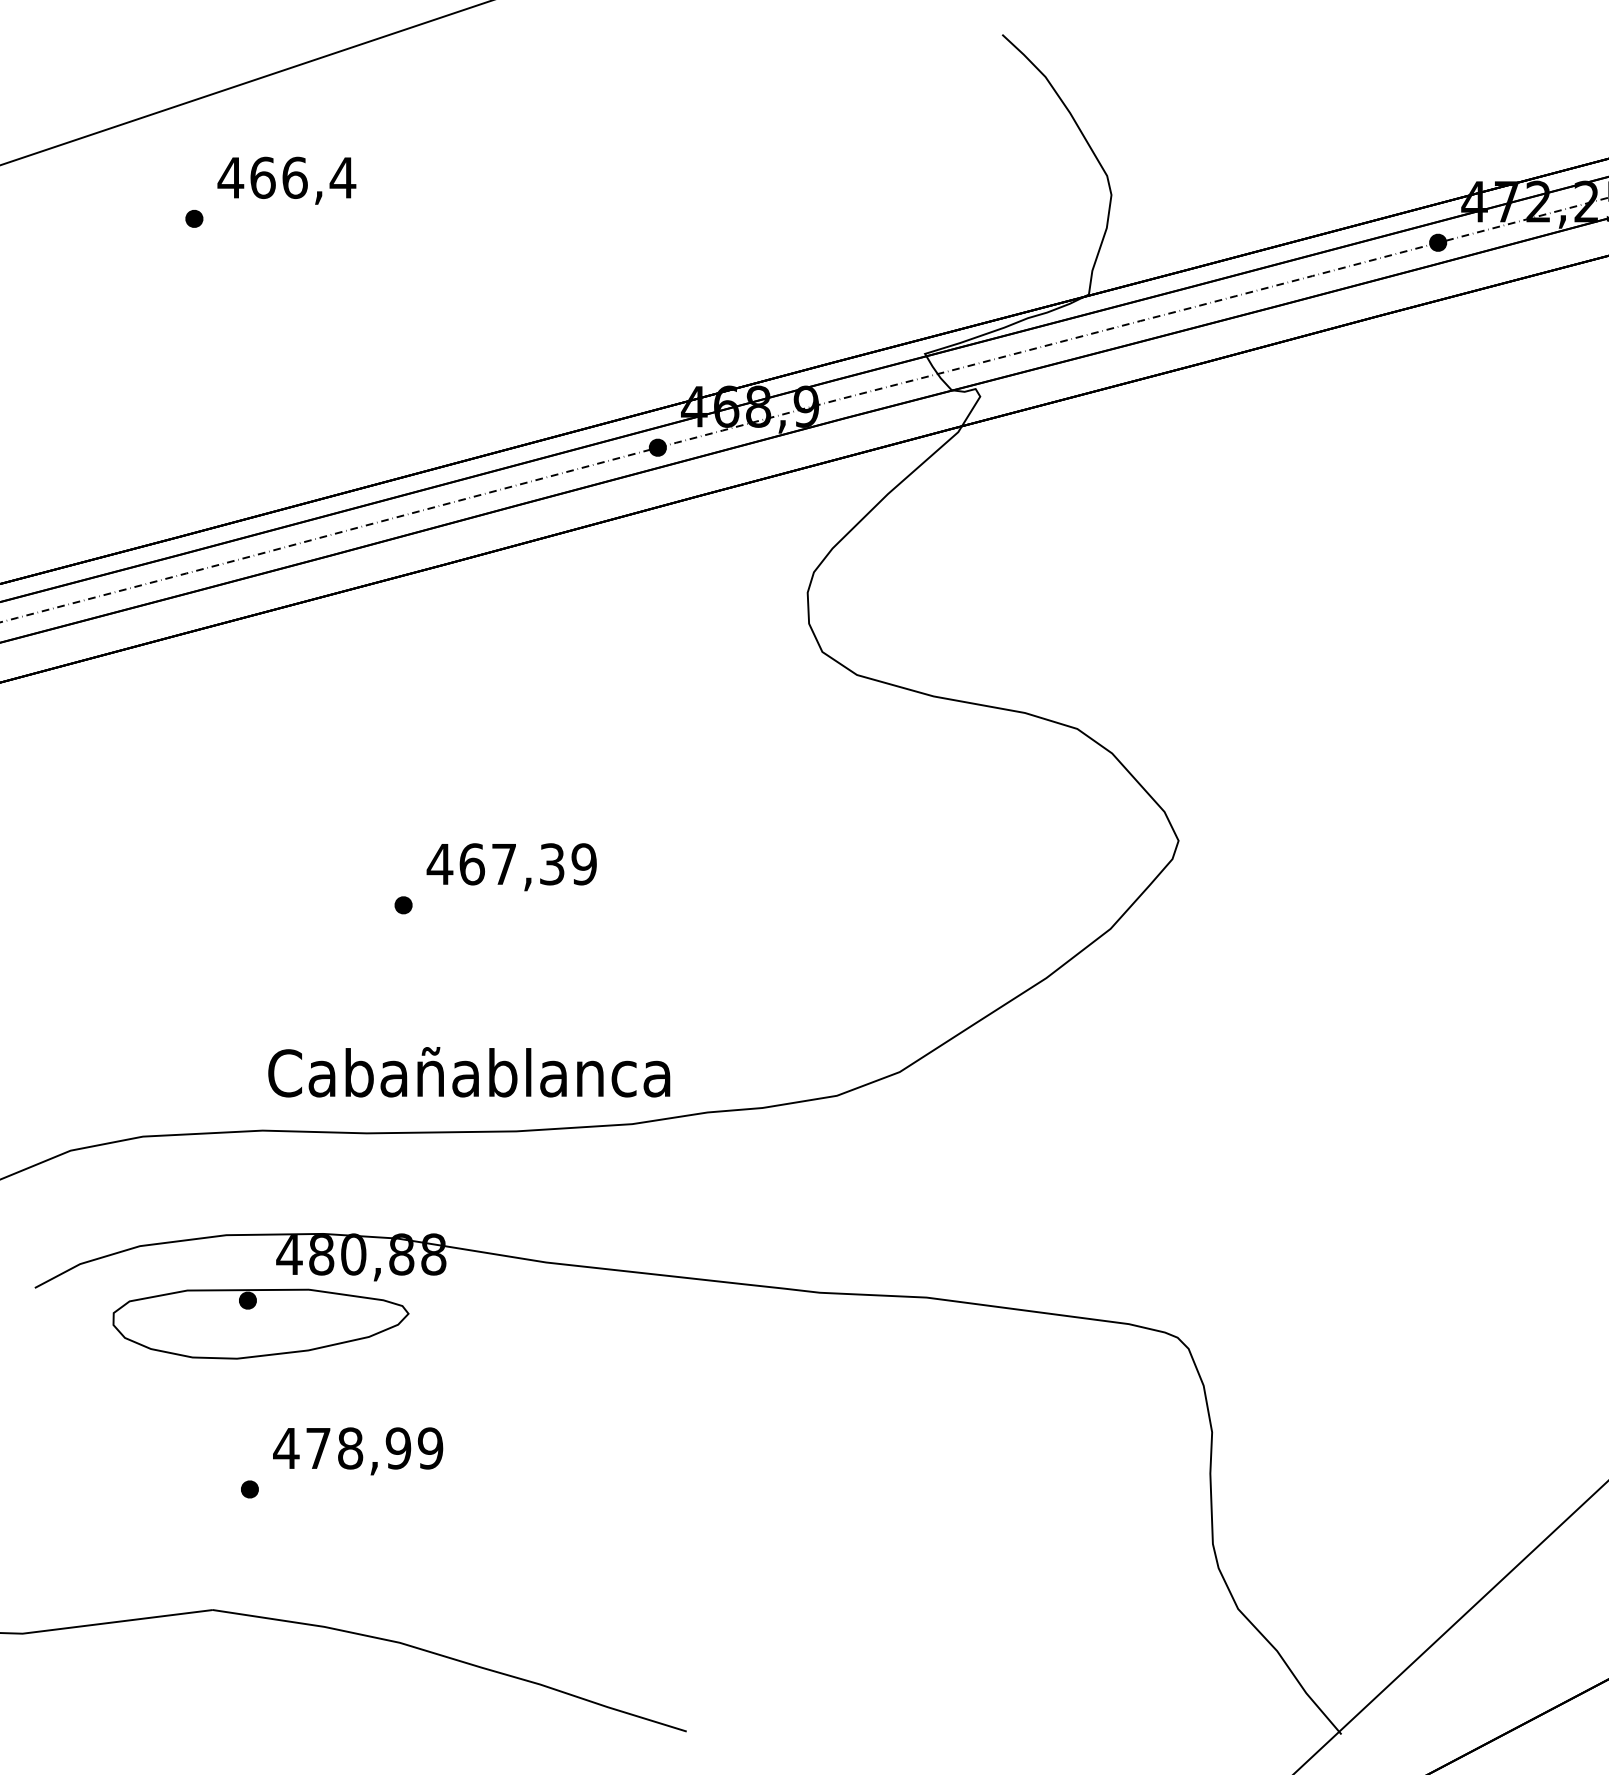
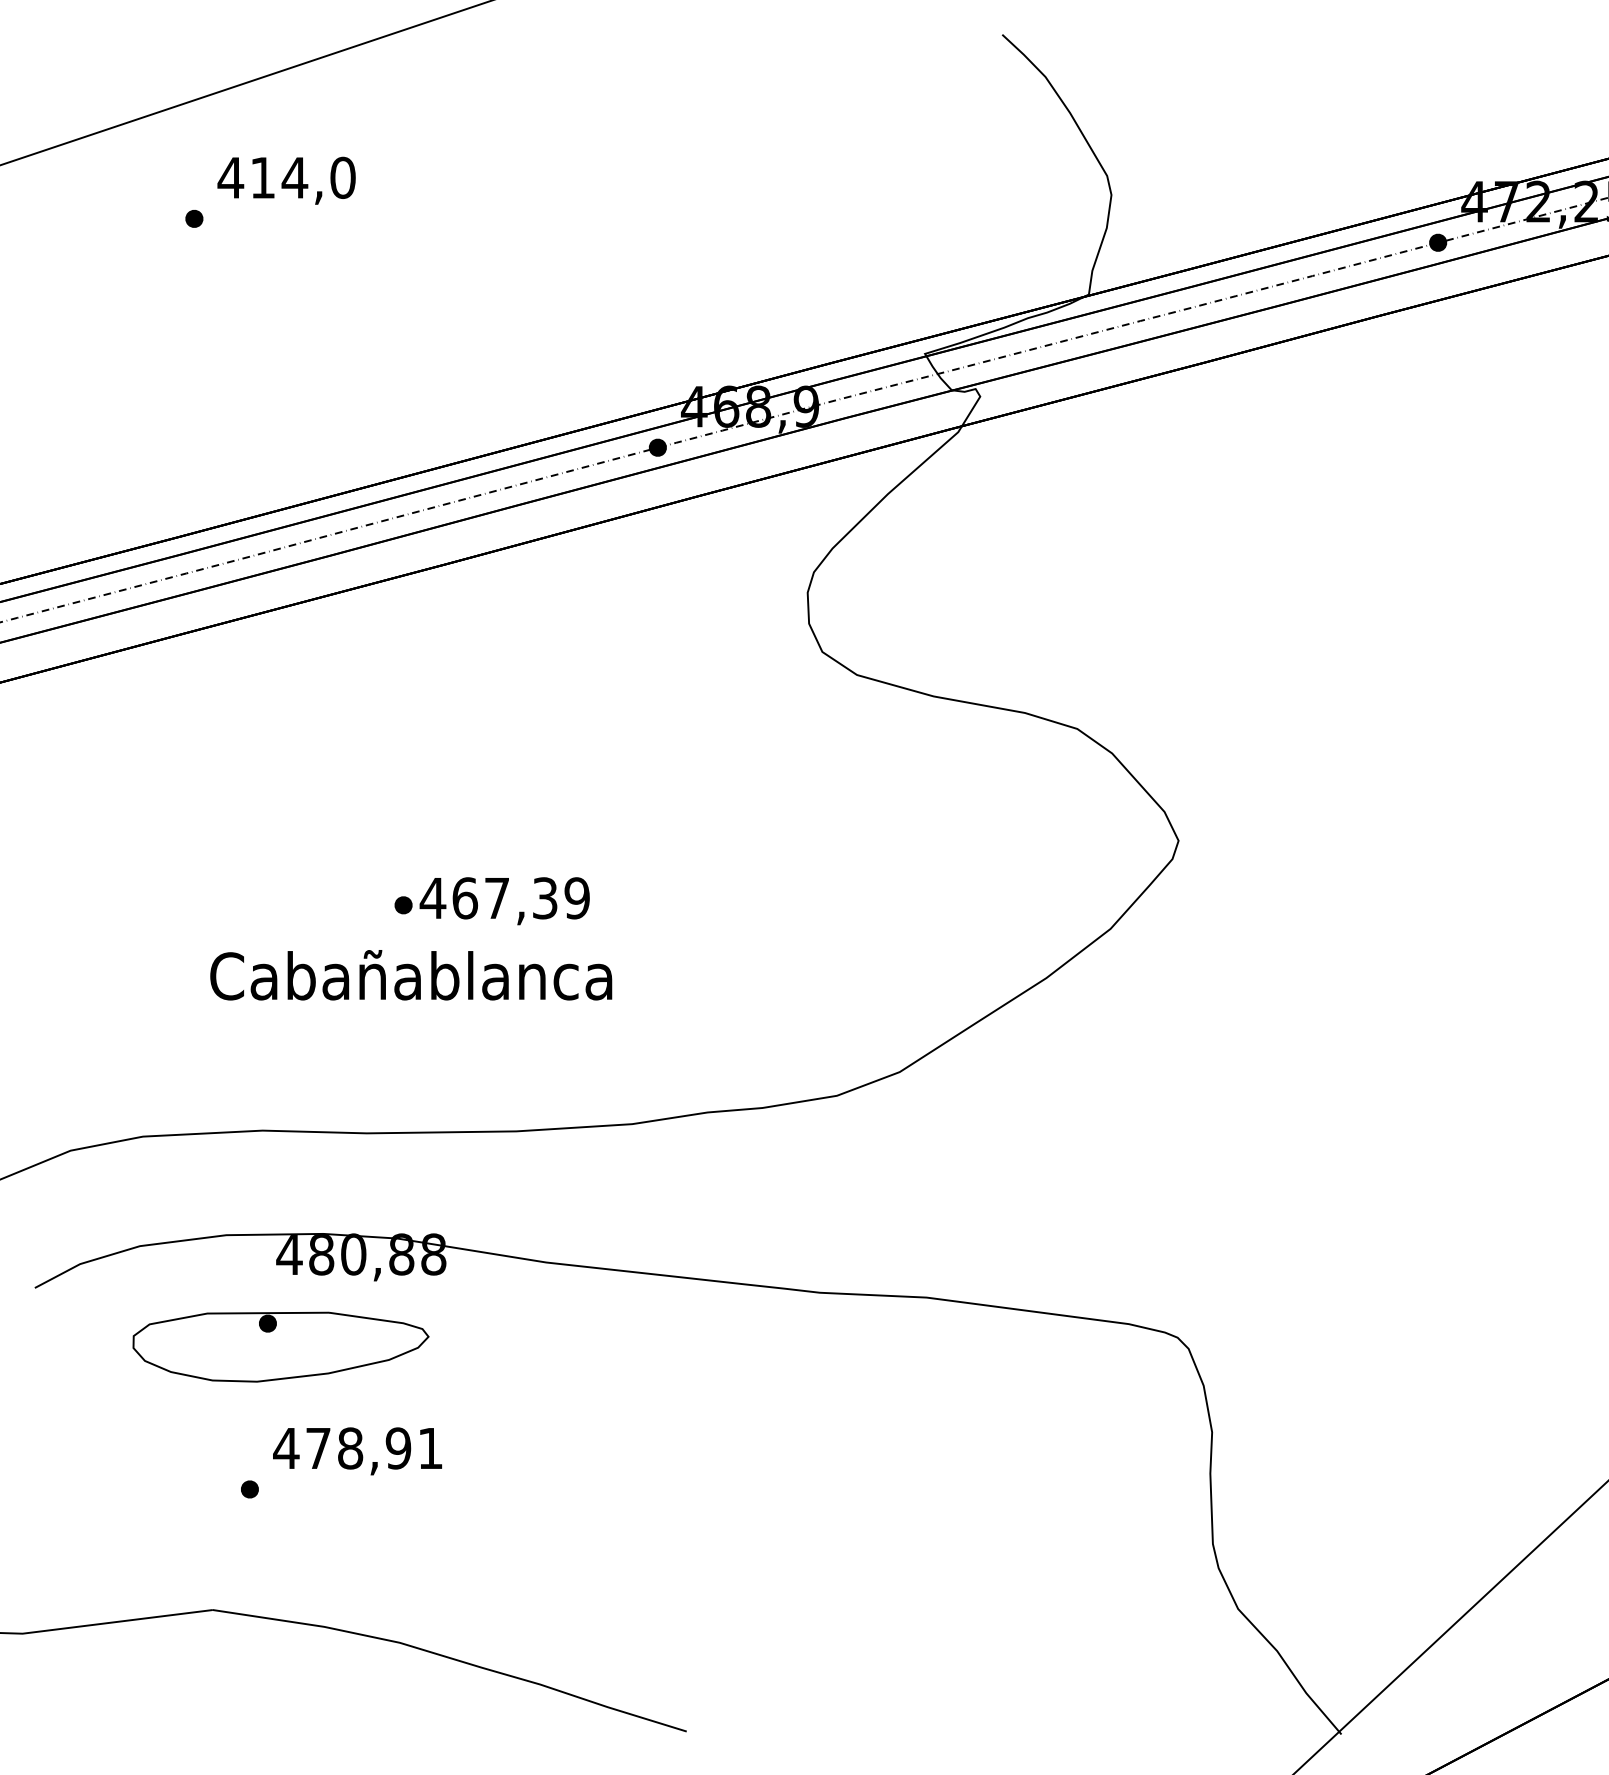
text at (303, 177): 466,4 -> 414,0
text at (511, 867) position: (511, 867) -> (504, 901)
text at (469, 1072) position: (469, 1072) -> (411, 975)
part at (260, 1323) position: (260, 1323) -> (280, 1346)
text at (430, 1448): 478,99 -> 478,91
